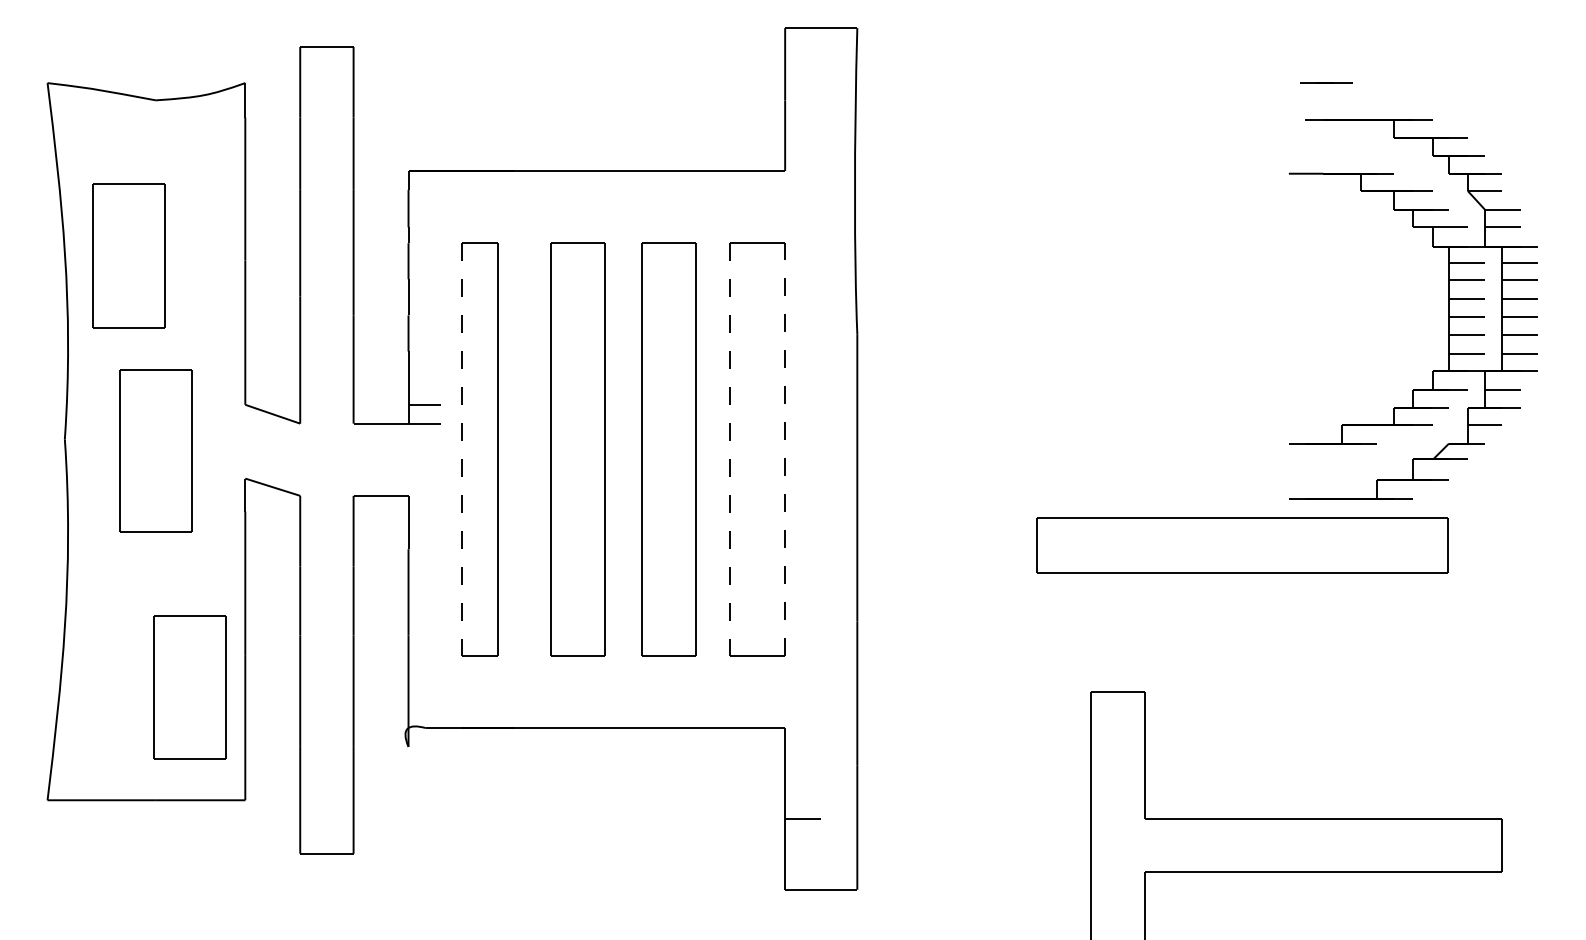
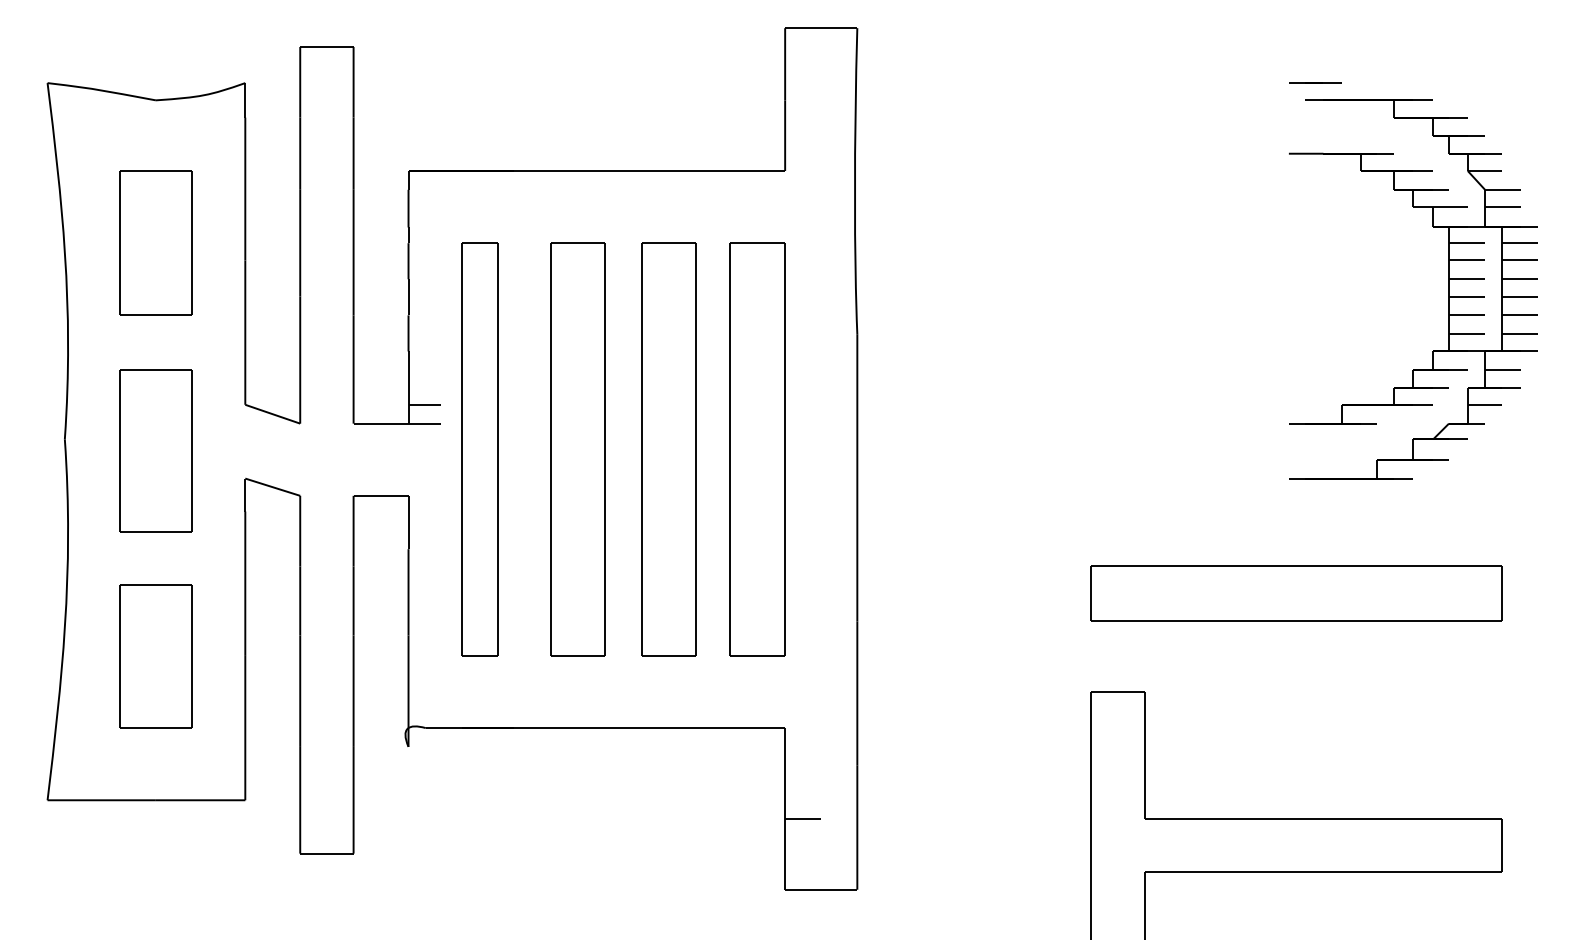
line at (1326, 82) position: (1326, 82) -> (1315, 82)
part at (128, 255) position: (128, 255) -> (155, 242)
part at (1448, 309) position: (1448, 309) -> (1448, 289)
line at (785, 449): dashed -> solid
line at (461, 450): dashed -> solid
line at (730, 450): dashed -> solid
part at (1242, 545) position: (1242, 545) -> (1296, 593)
part at (189, 687) position: (189, 687) -> (155, 656)
